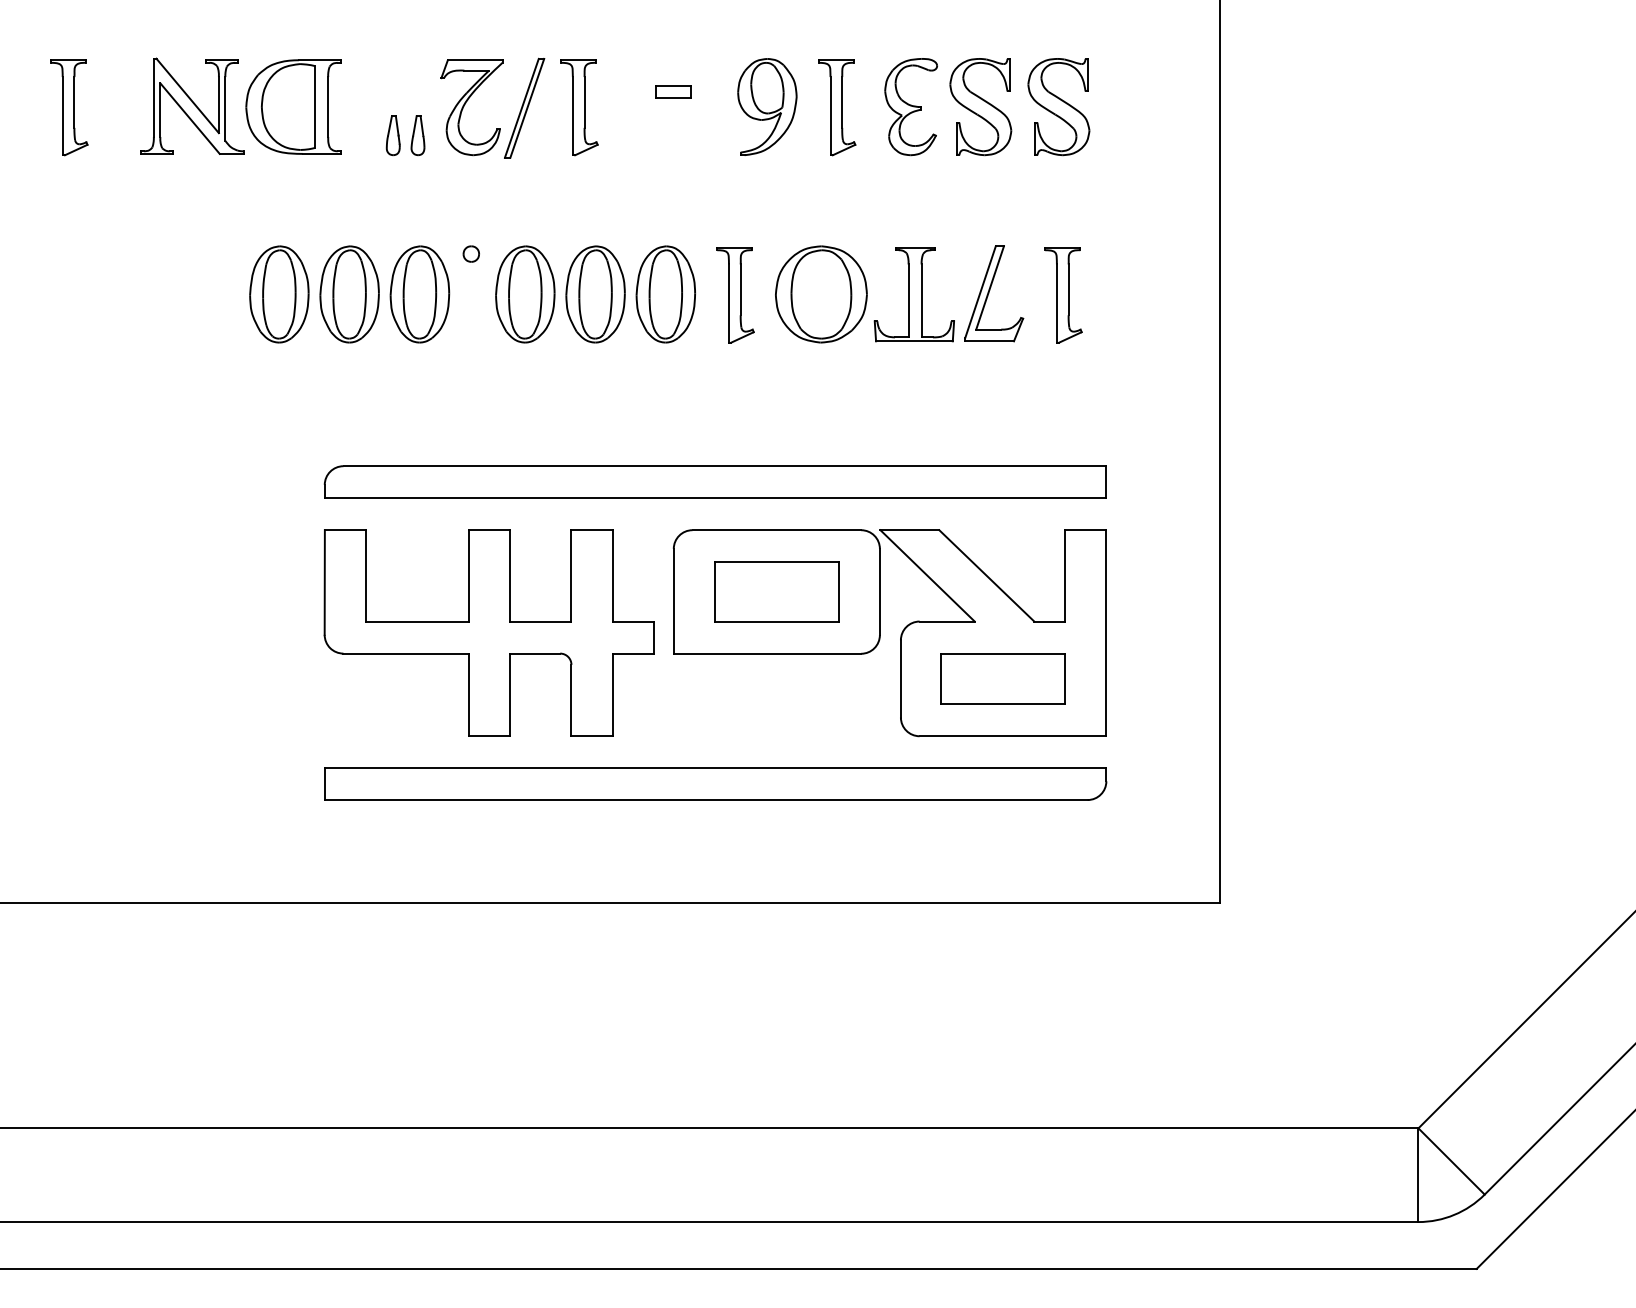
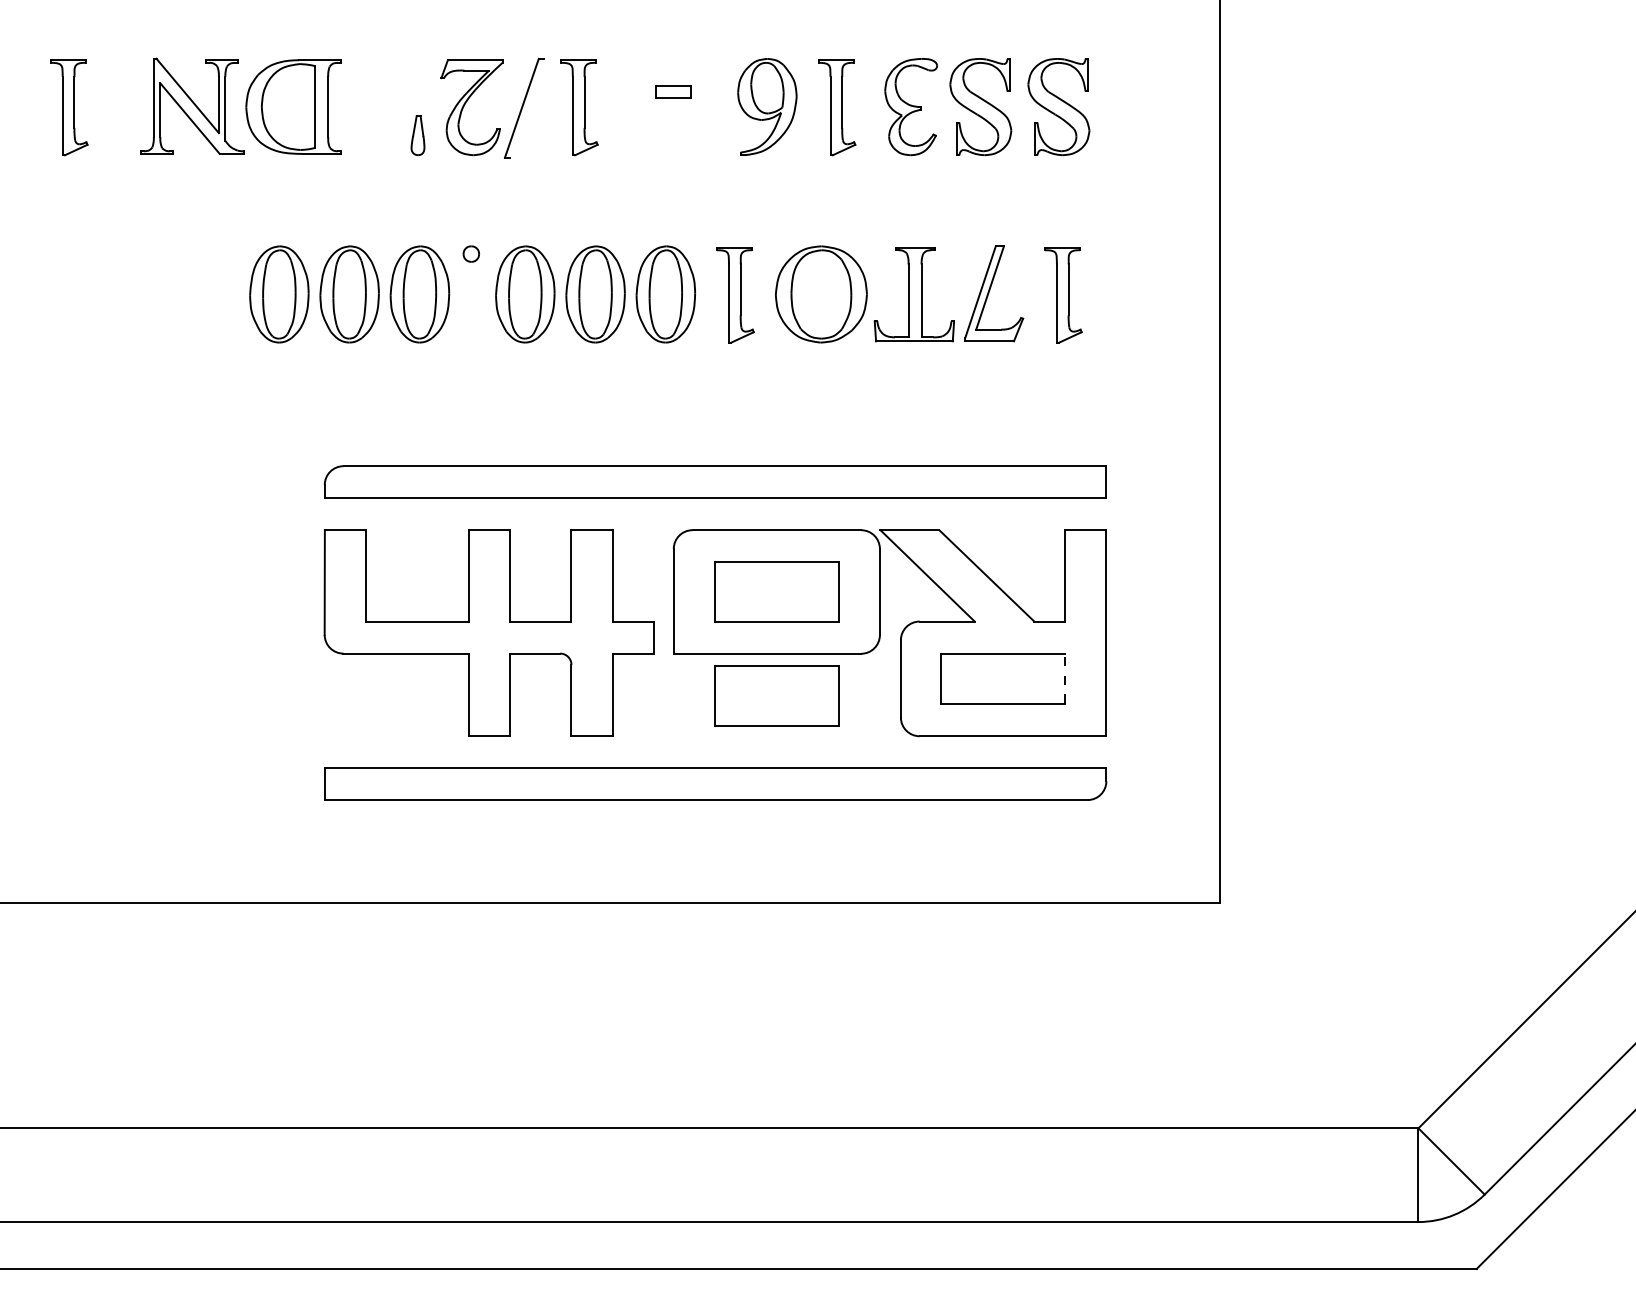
line at (527, 107): present -> none
part at (392, 135): present -> none
line at (1064, 678): solid -> dashed
part at (776, 695): none -> present
